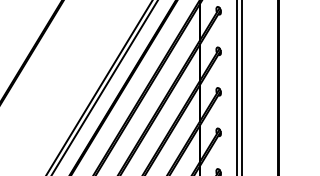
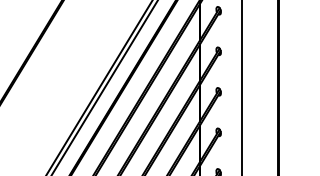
line at (236, 87): present -> none
